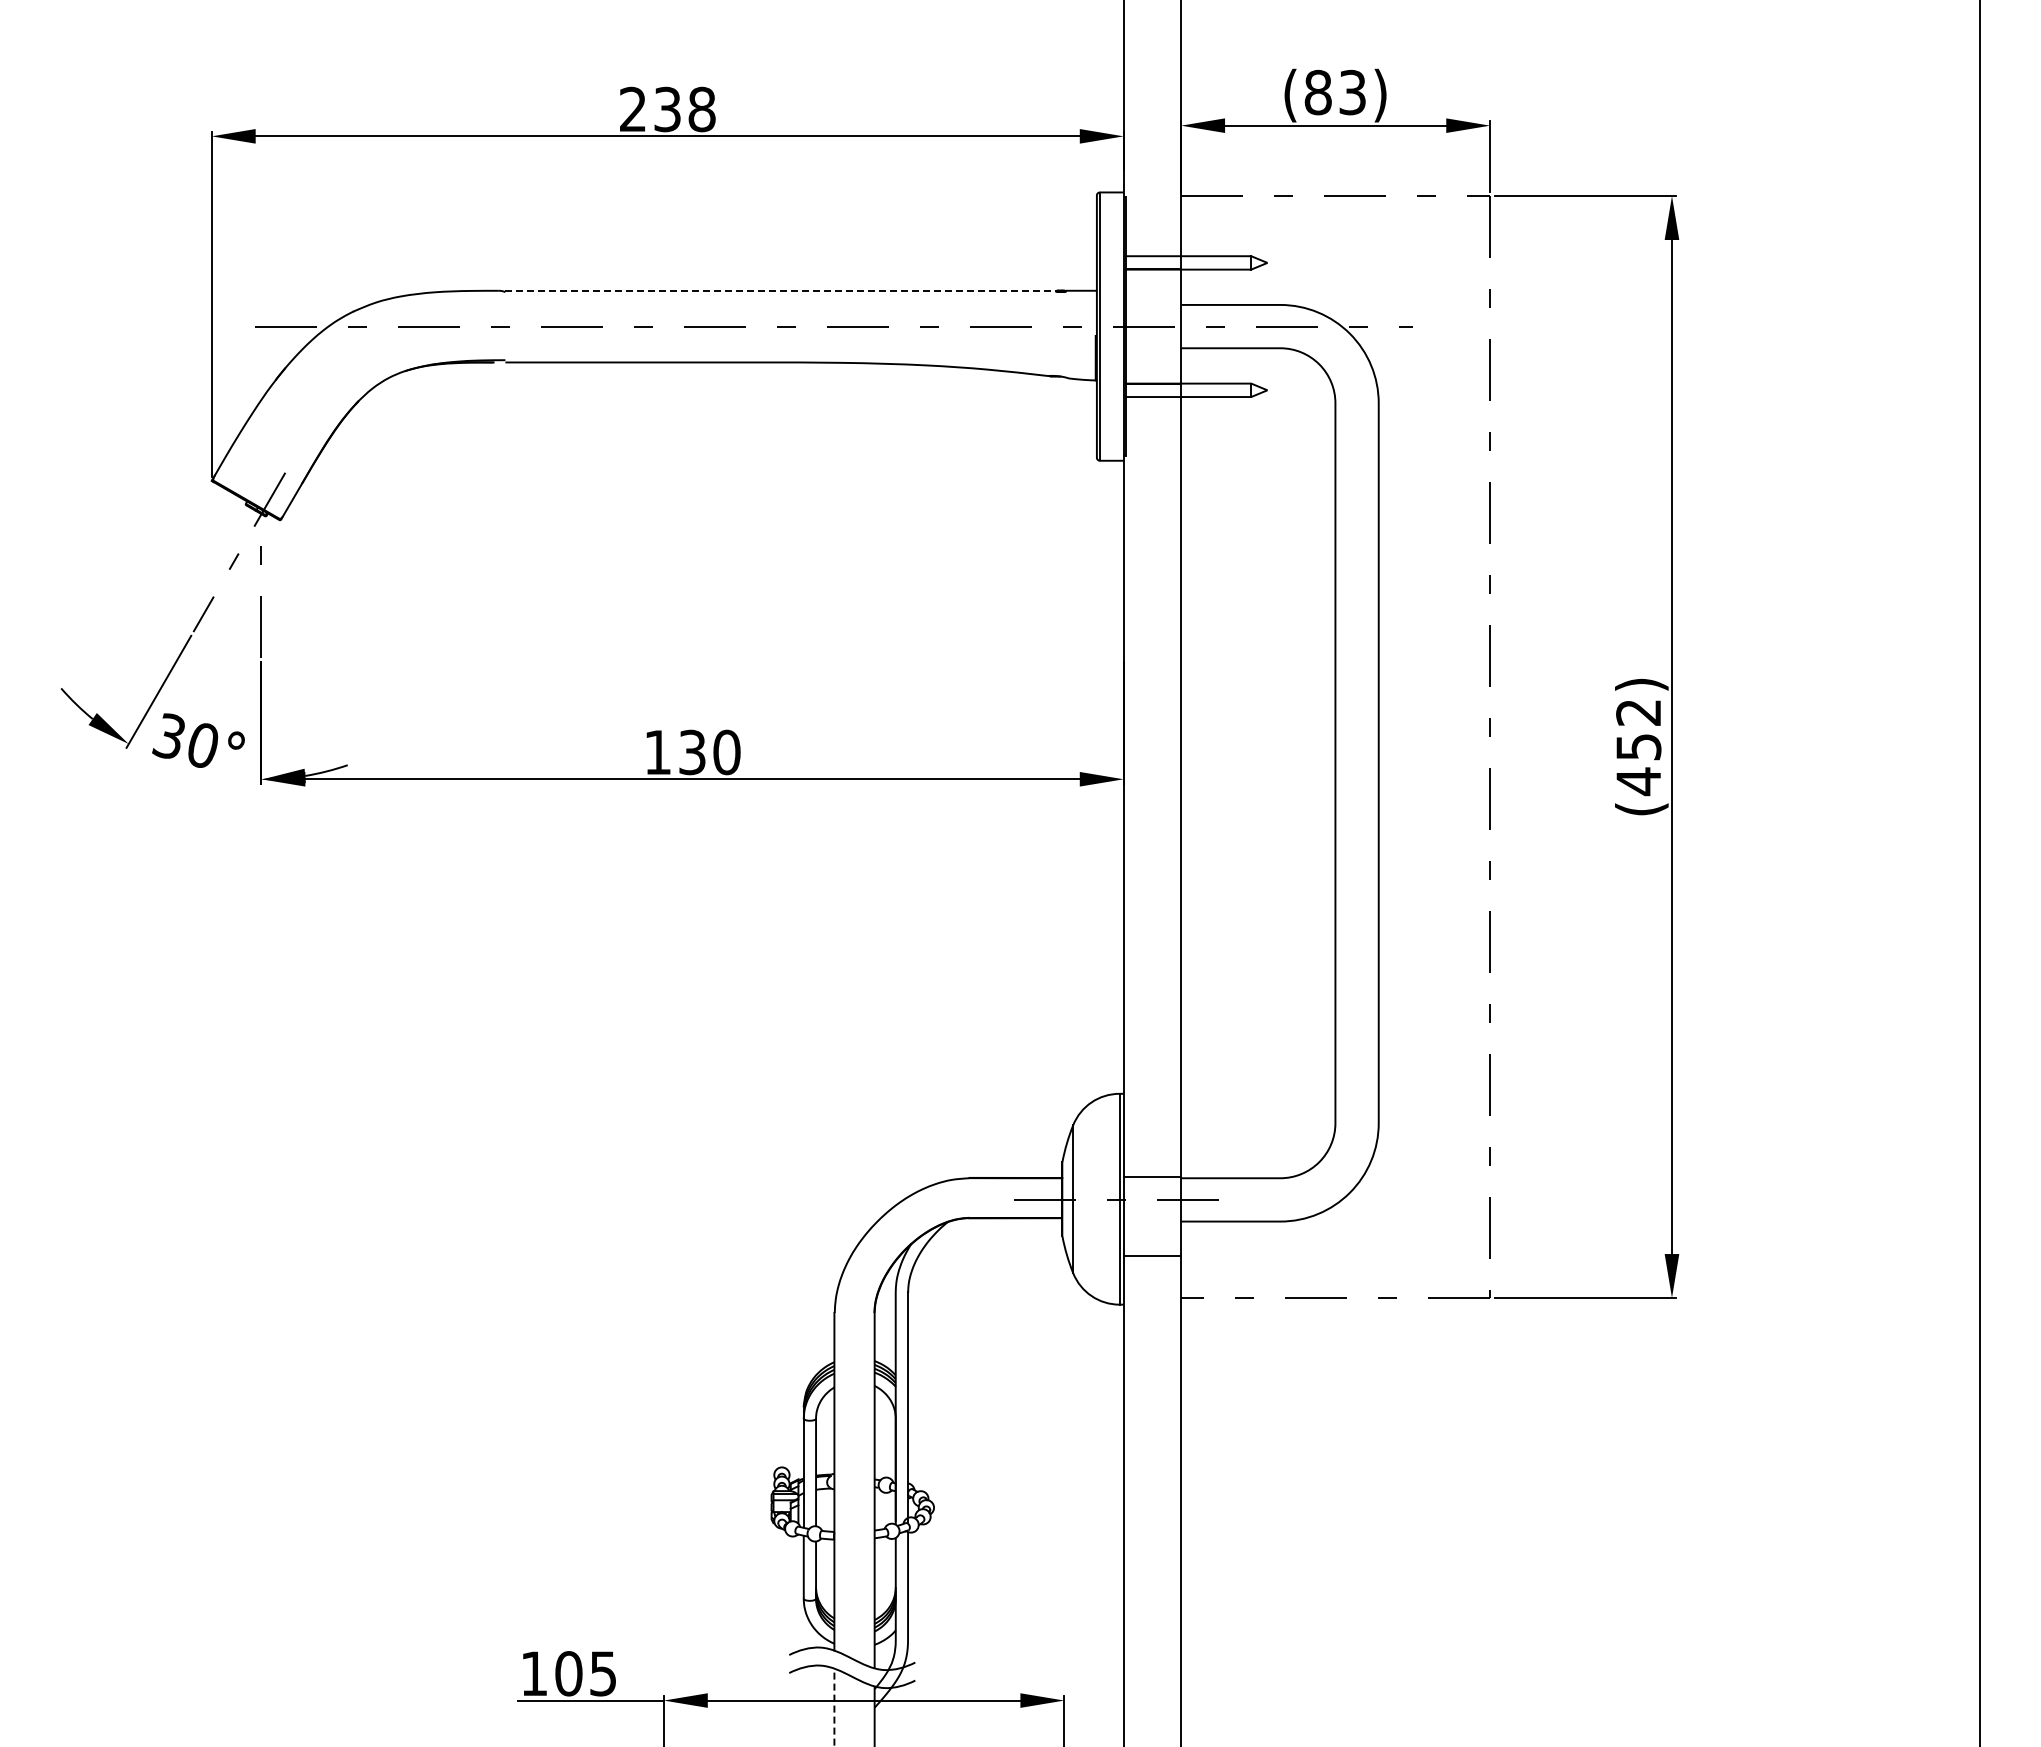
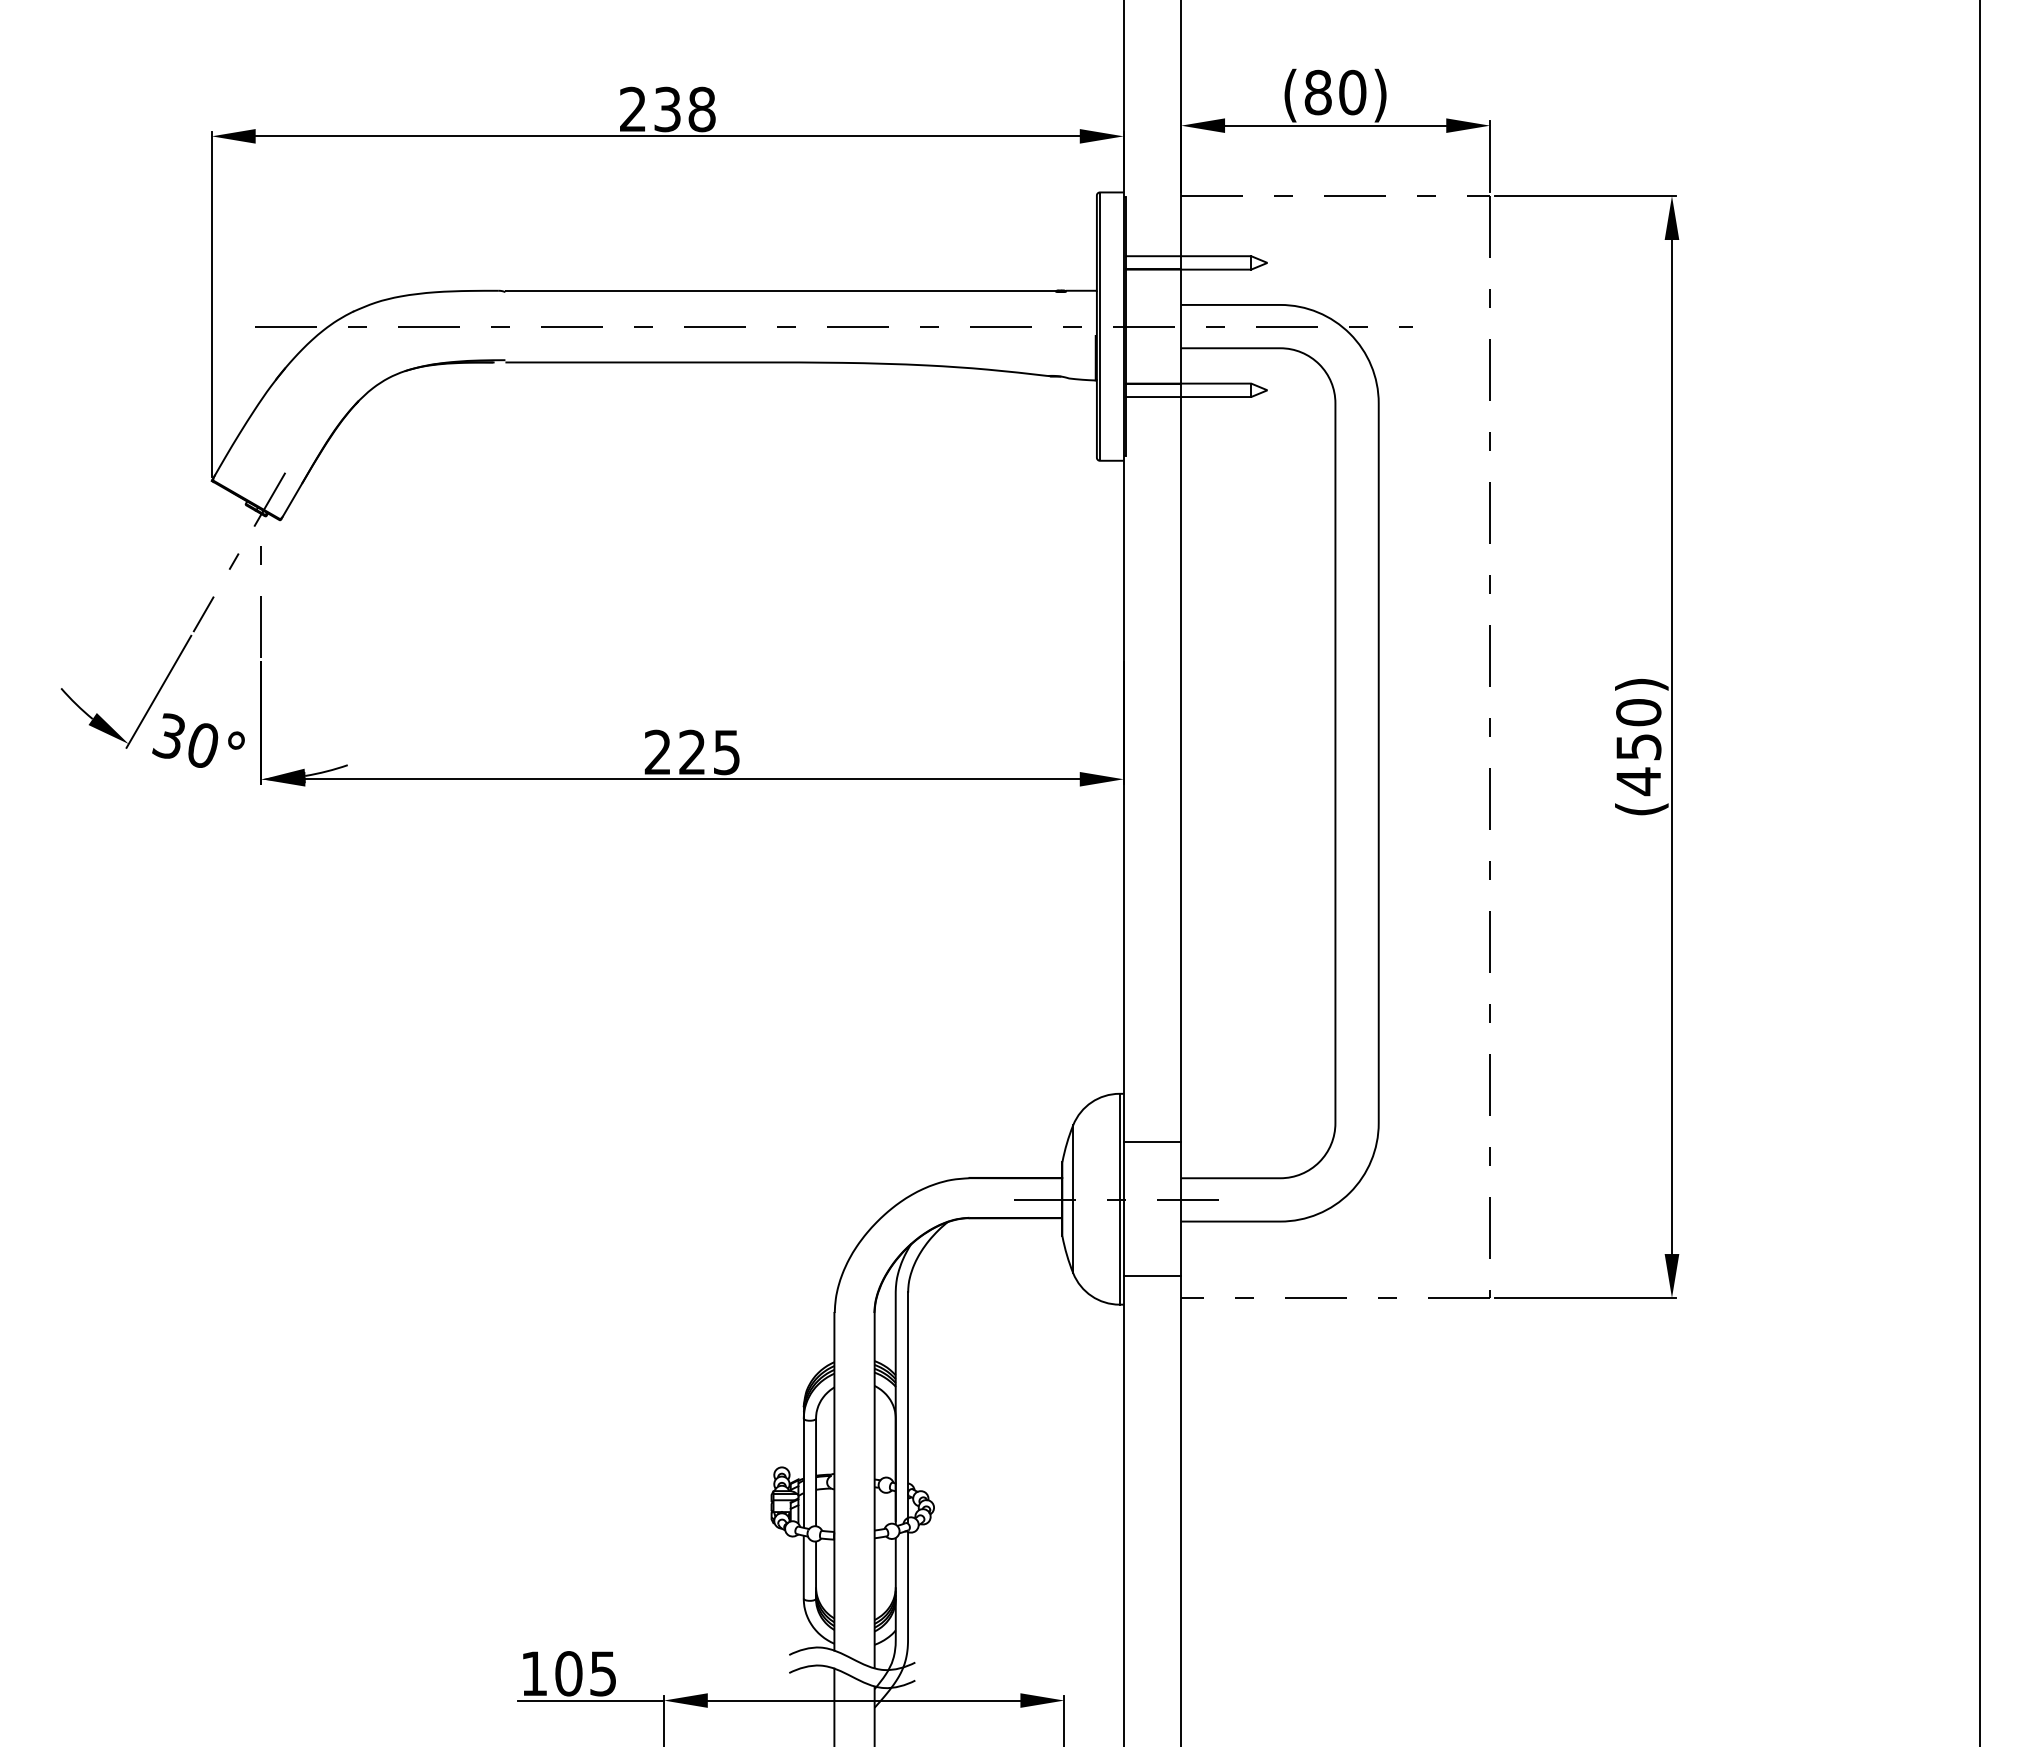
text at (1352, 92): (83) -> (80)
line at (780, 290): dashed -> solid
text at (1638, 712): (452) -> (450)
text at (692, 752): 130 -> 225
line at (1152, 1176) position: (1152, 1176) -> (1152, 1141)
line at (1152, 1255) position: (1152, 1255) -> (1152, 1275)
line at (834, 1707): dashed -> solid
